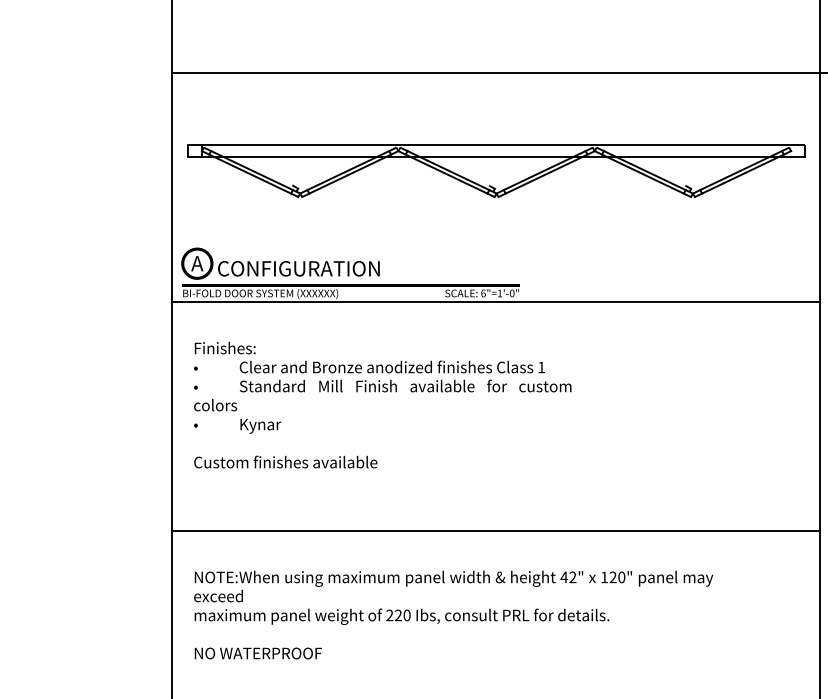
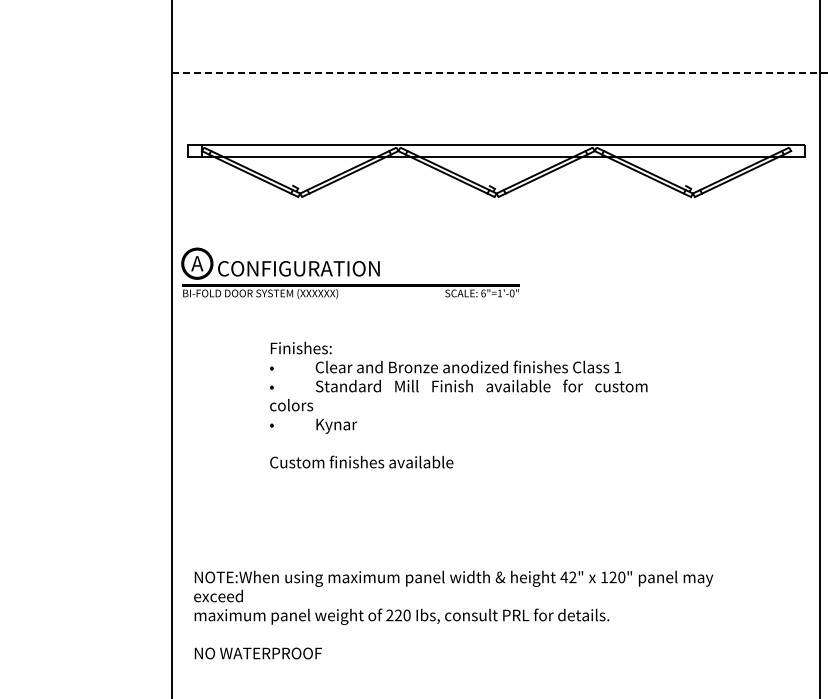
line at (496, 73): solid -> dashed
line at (495, 302): present -> none
text at (382, 404) position: (382, 404) -> (458, 404)
line at (495, 531): present -> none
